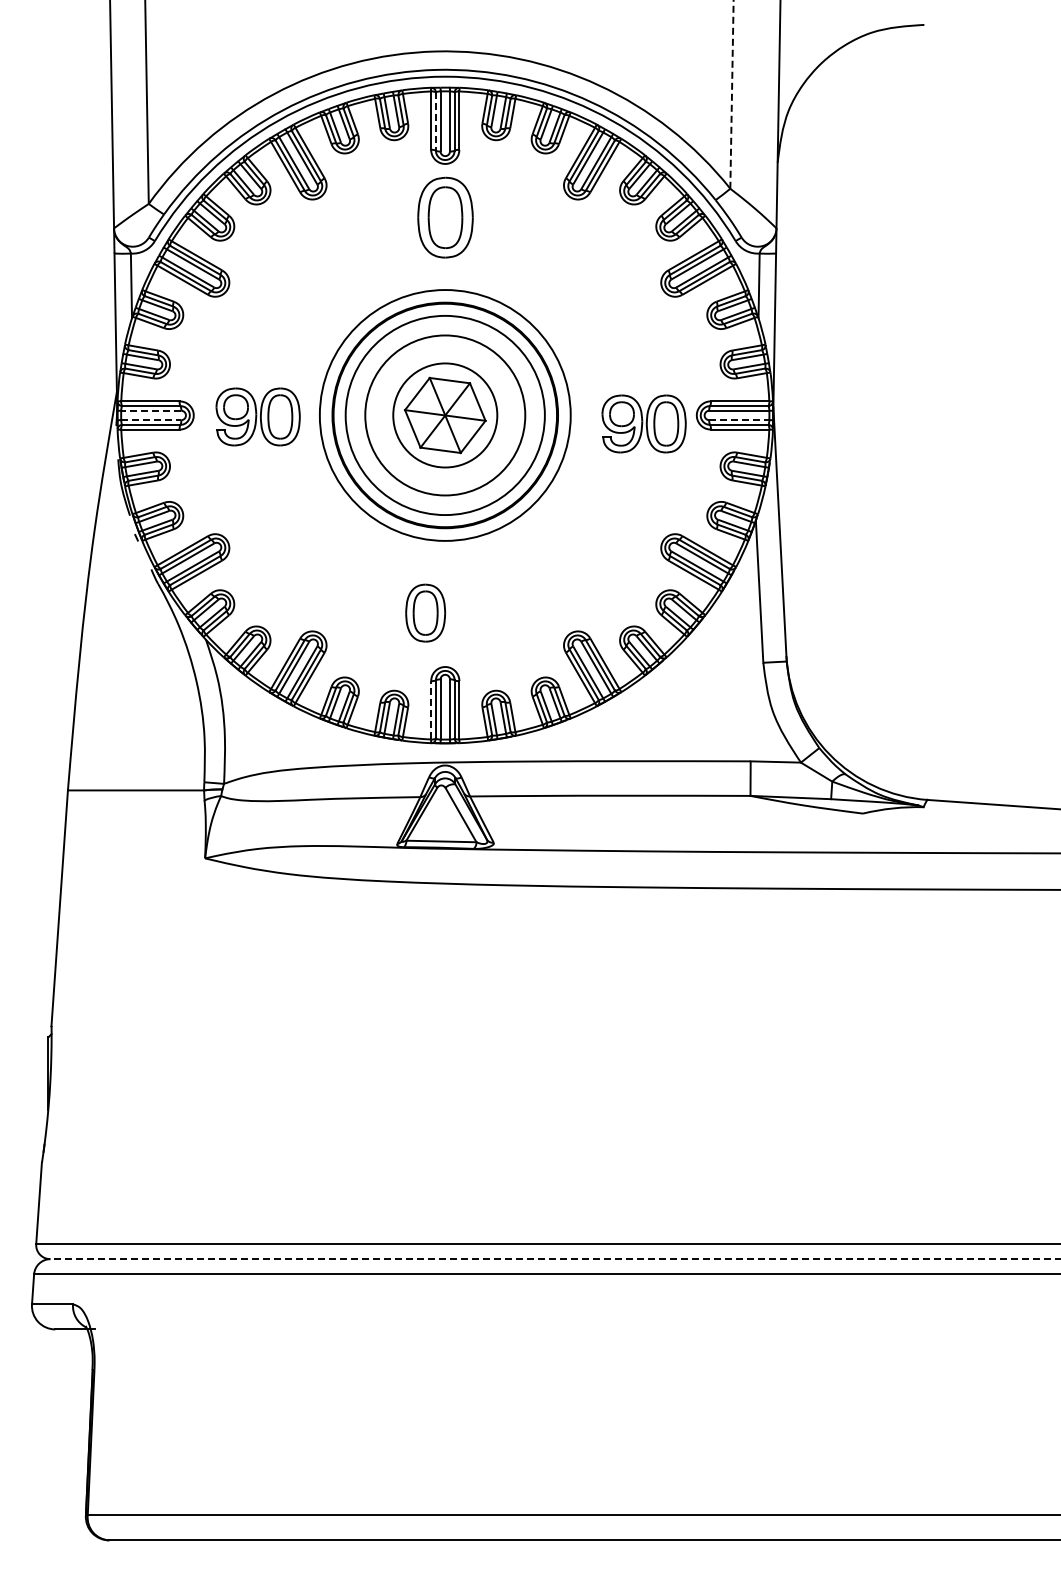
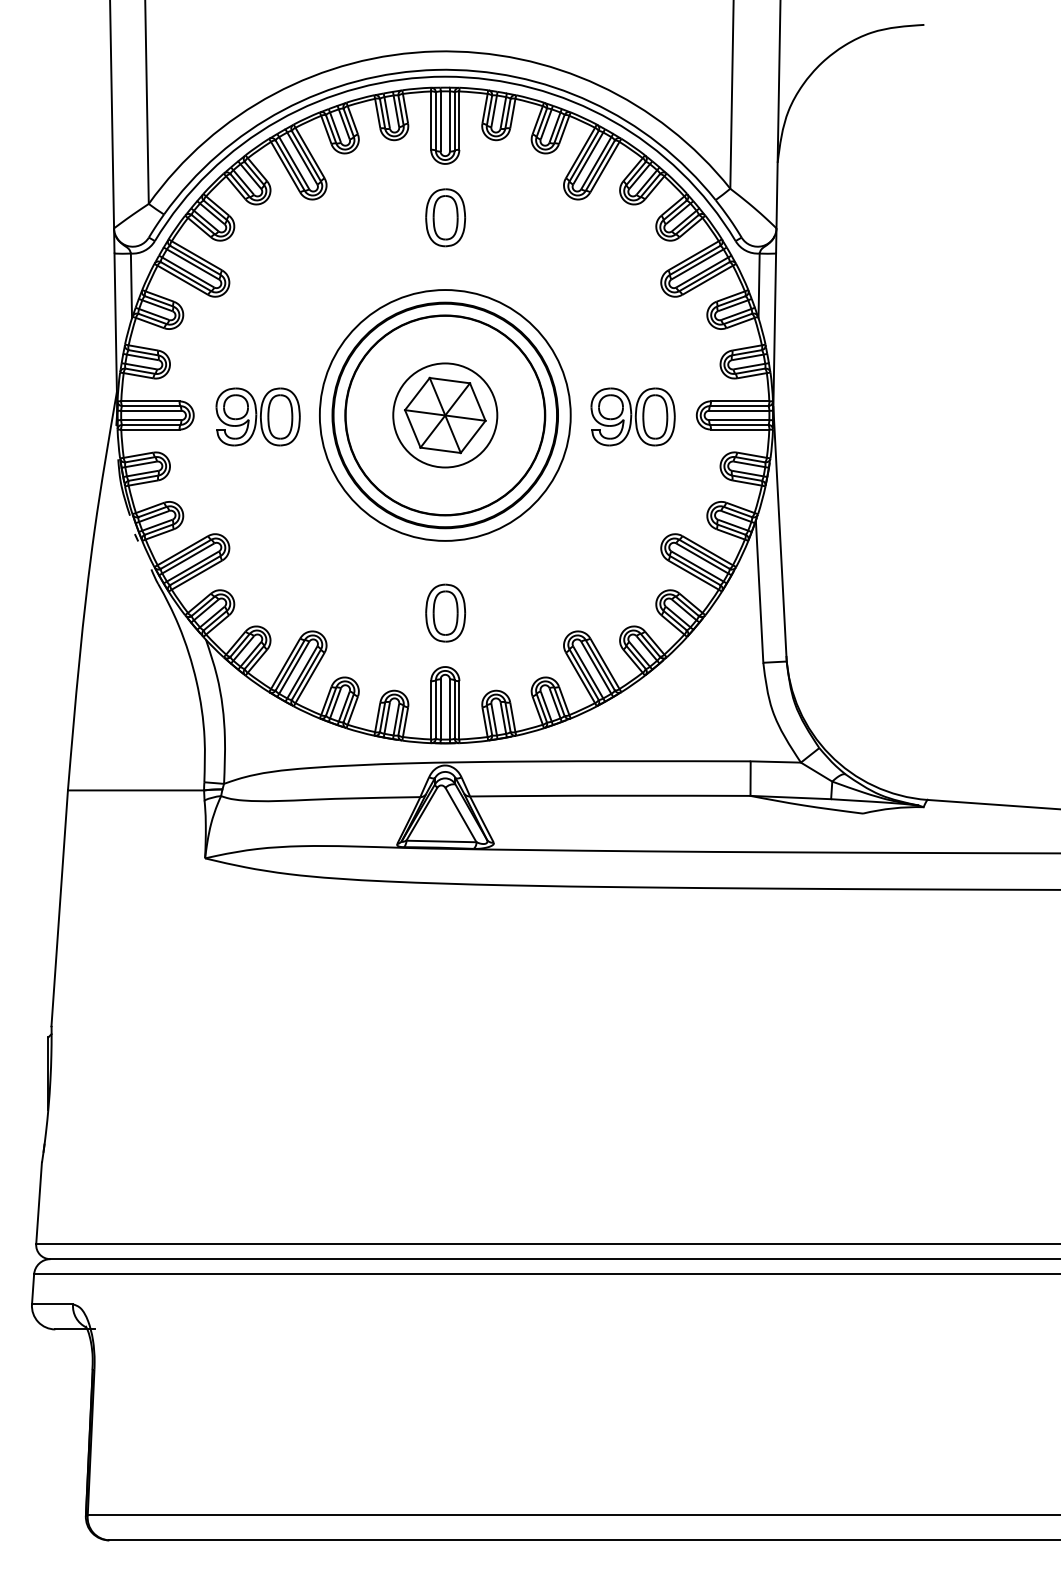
line at (731, 94): dashed -> solid
line at (435, 122): dashed -> solid
part at (445, 217) size: 57x83 px -> 42x60 px
line at (150, 410): dashed -> solid
circle at (445, 415) diameter: 160 px -> 200 px
line at (151, 420): dashed -> solid
line at (739, 420): dashed -> solid
part at (643, 423) position: (643, 423) -> (632, 416)
part at (425, 612) position: (425, 612) -> (445, 612)
line at (431, 709): dashed -> solid
line at (555, 1259): dashed -> solid
